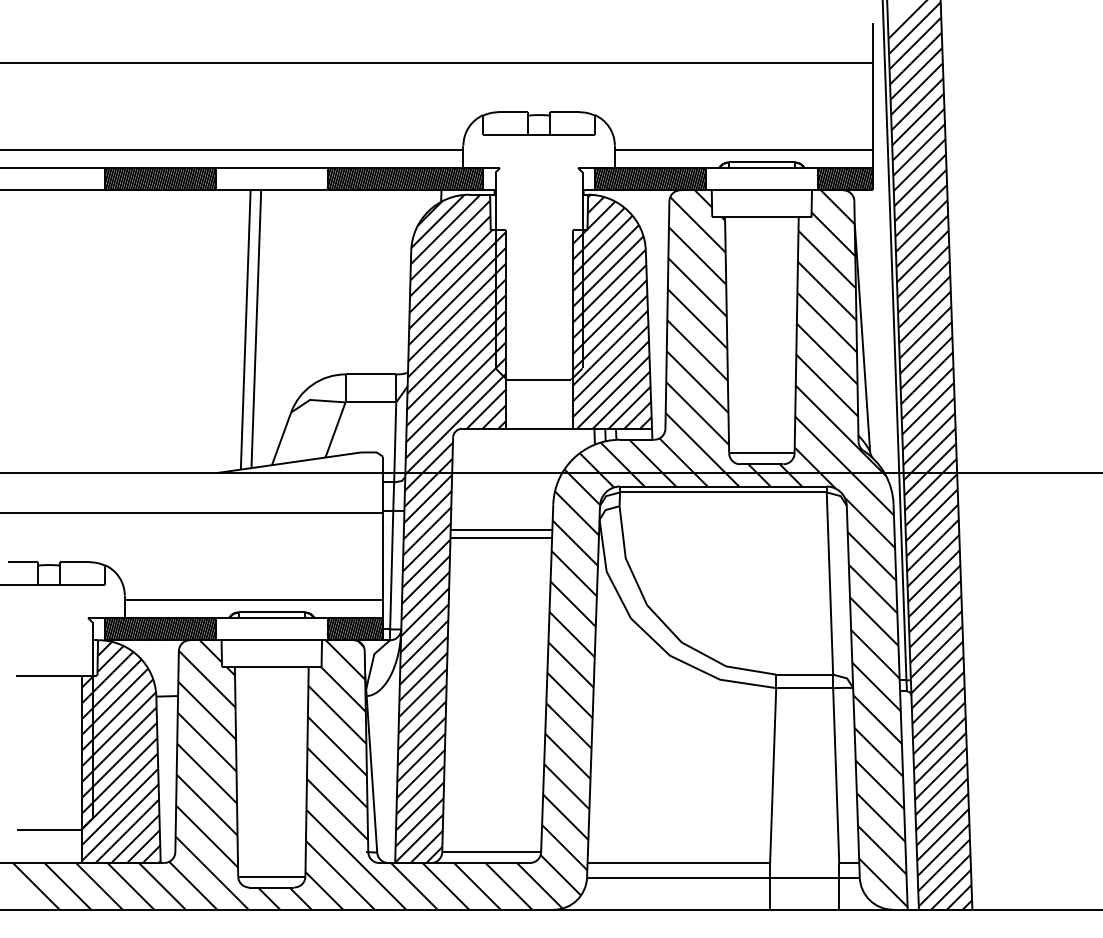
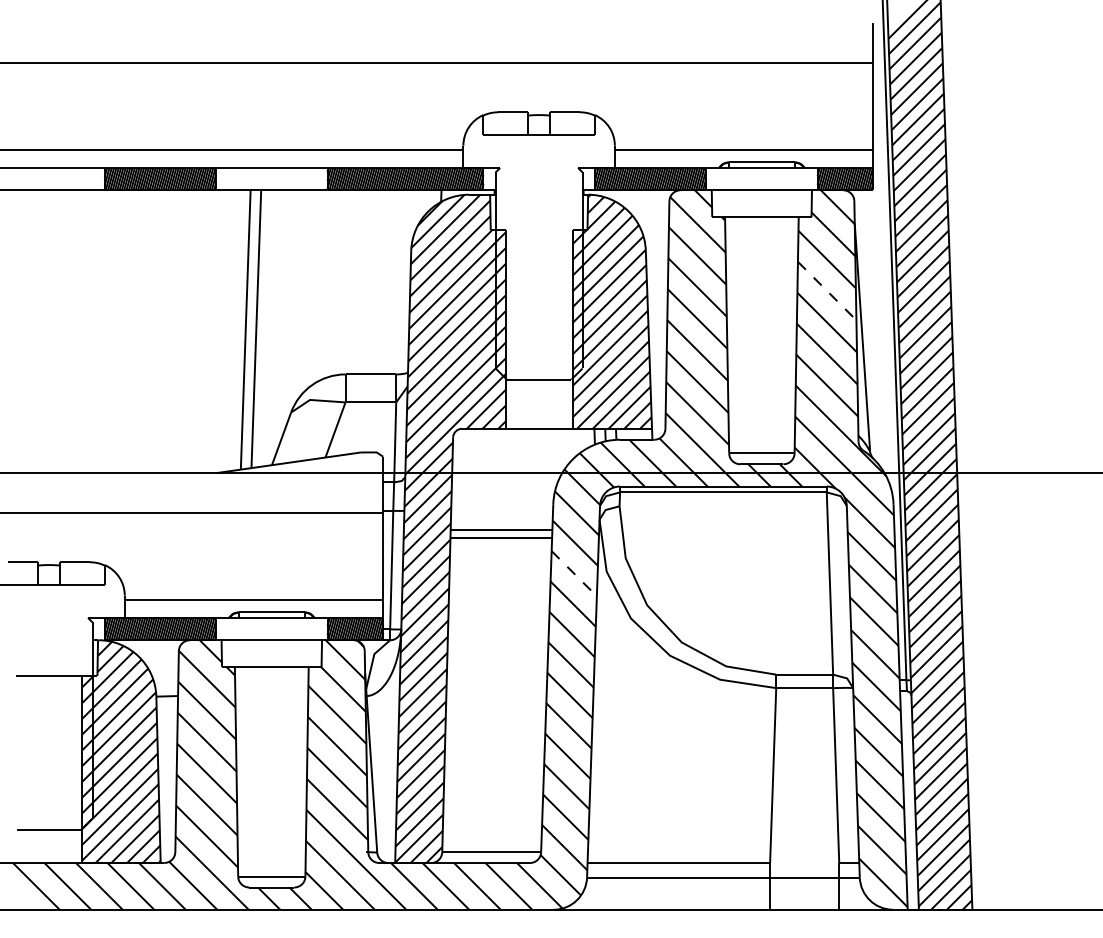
line at (827, 291): solid -> dashed
line at (574, 573): solid -> dashed
